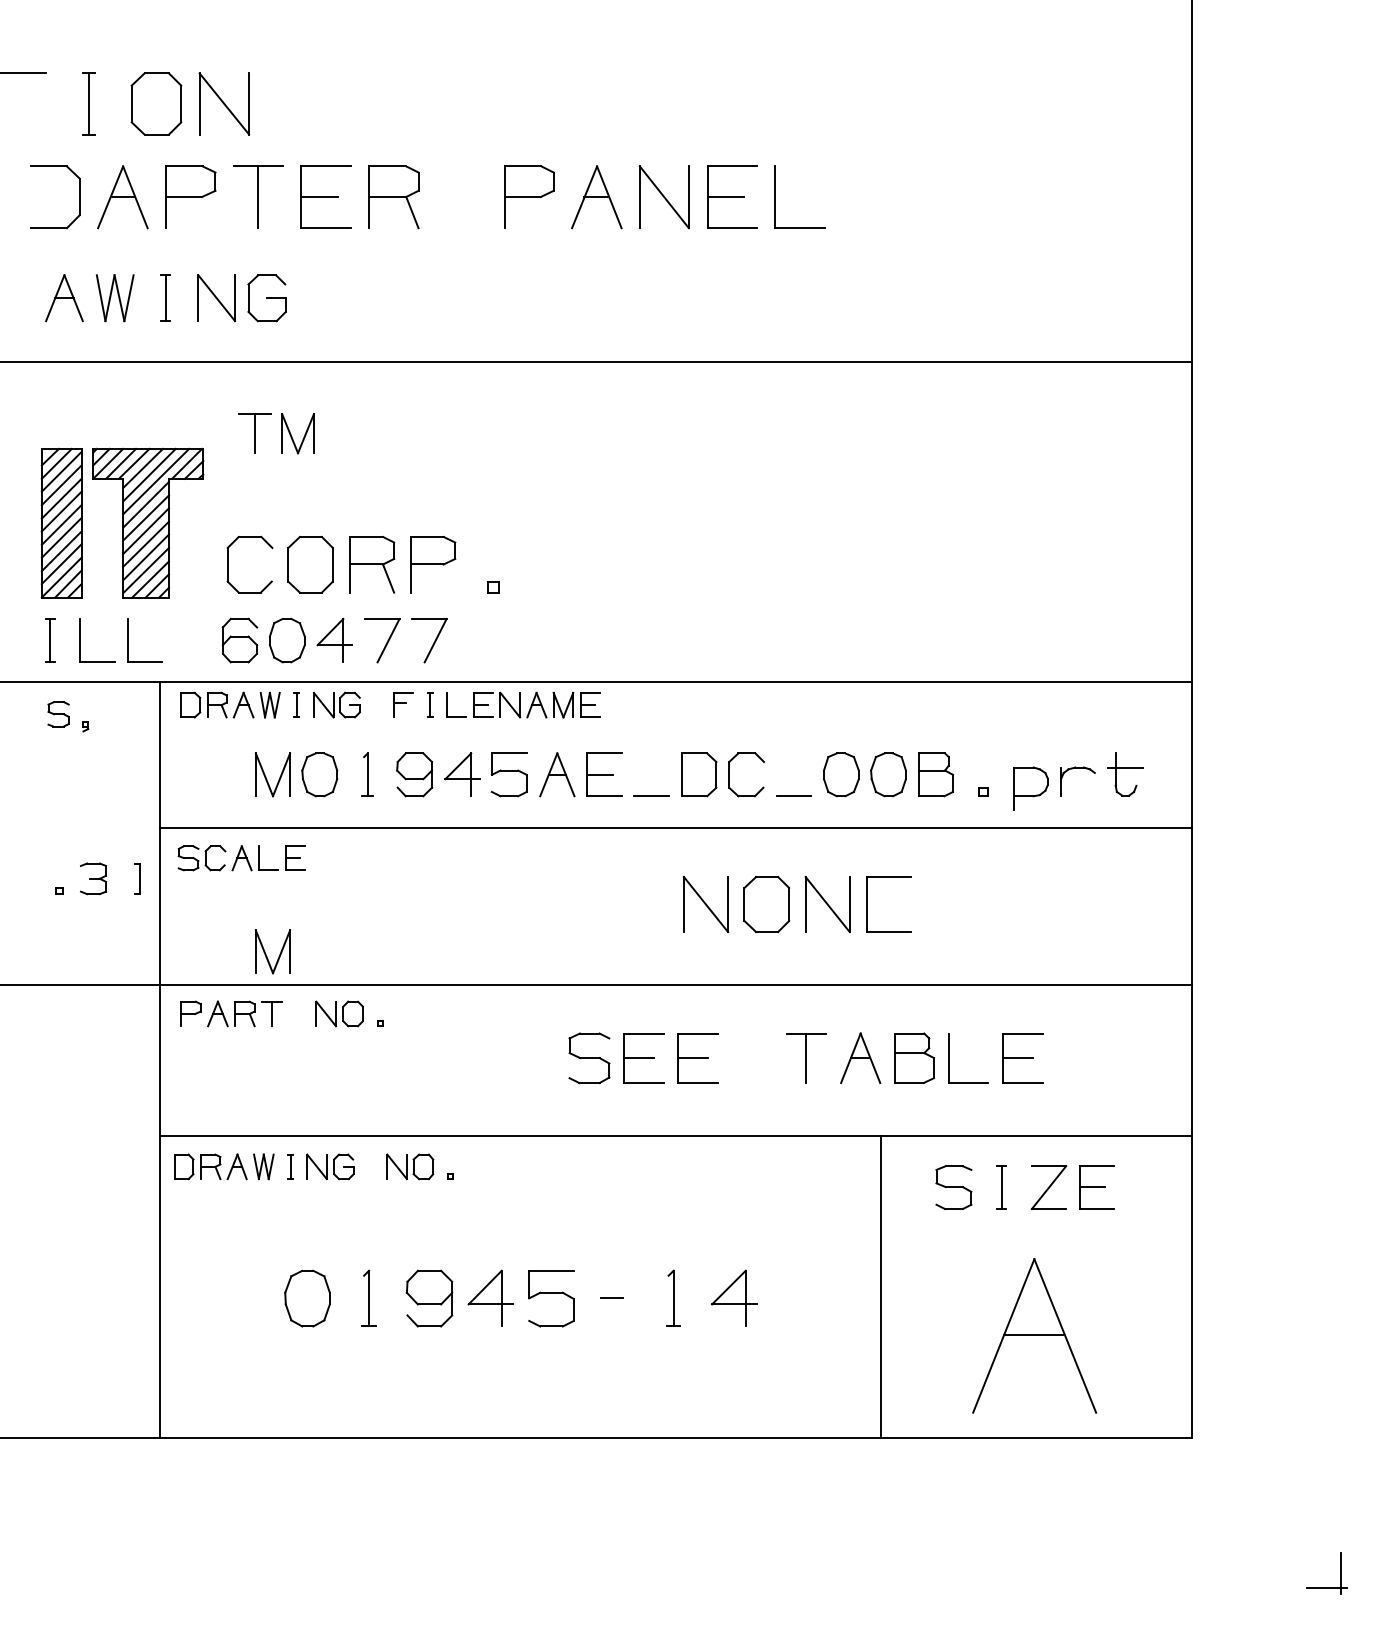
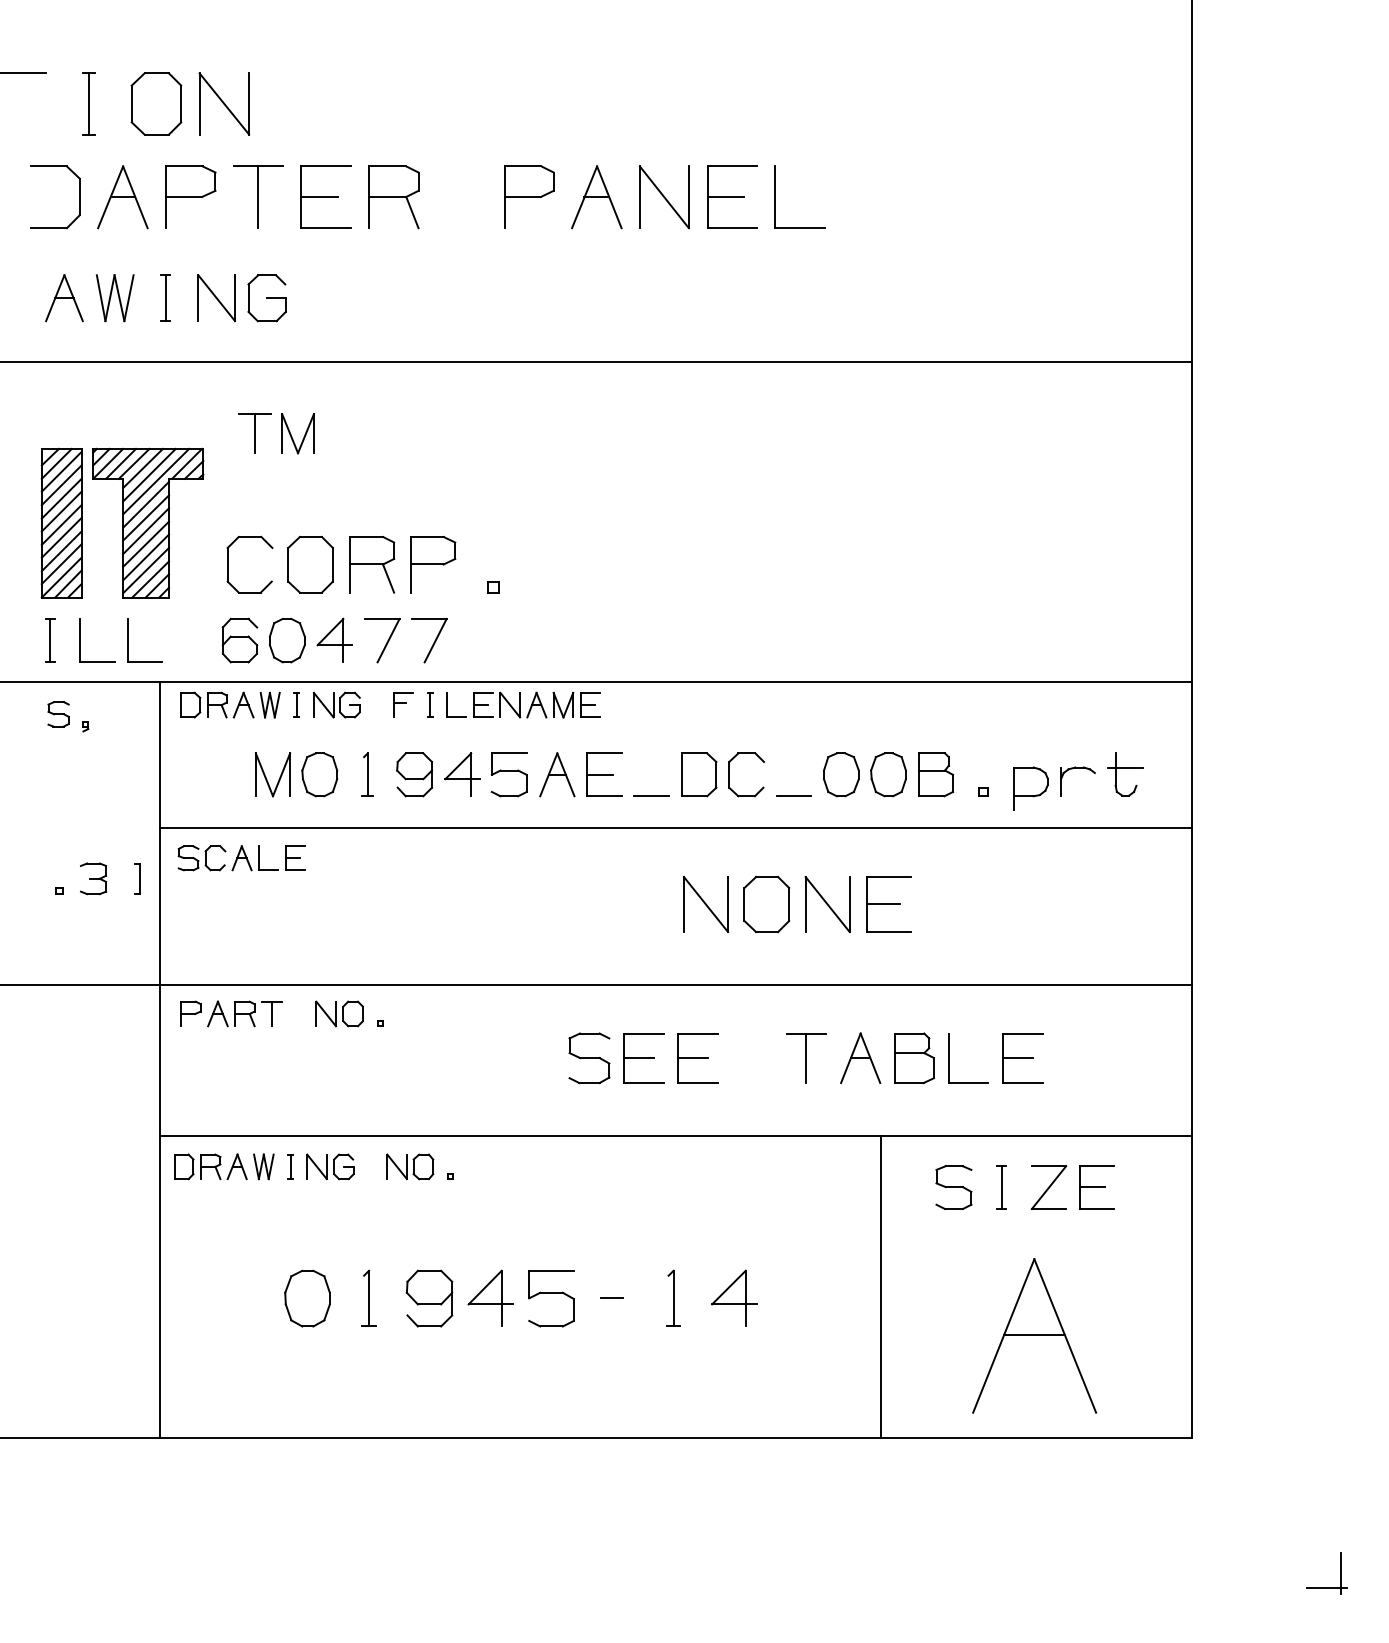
line at (882, 903): none -> present
part at (266, 953): present -> none
